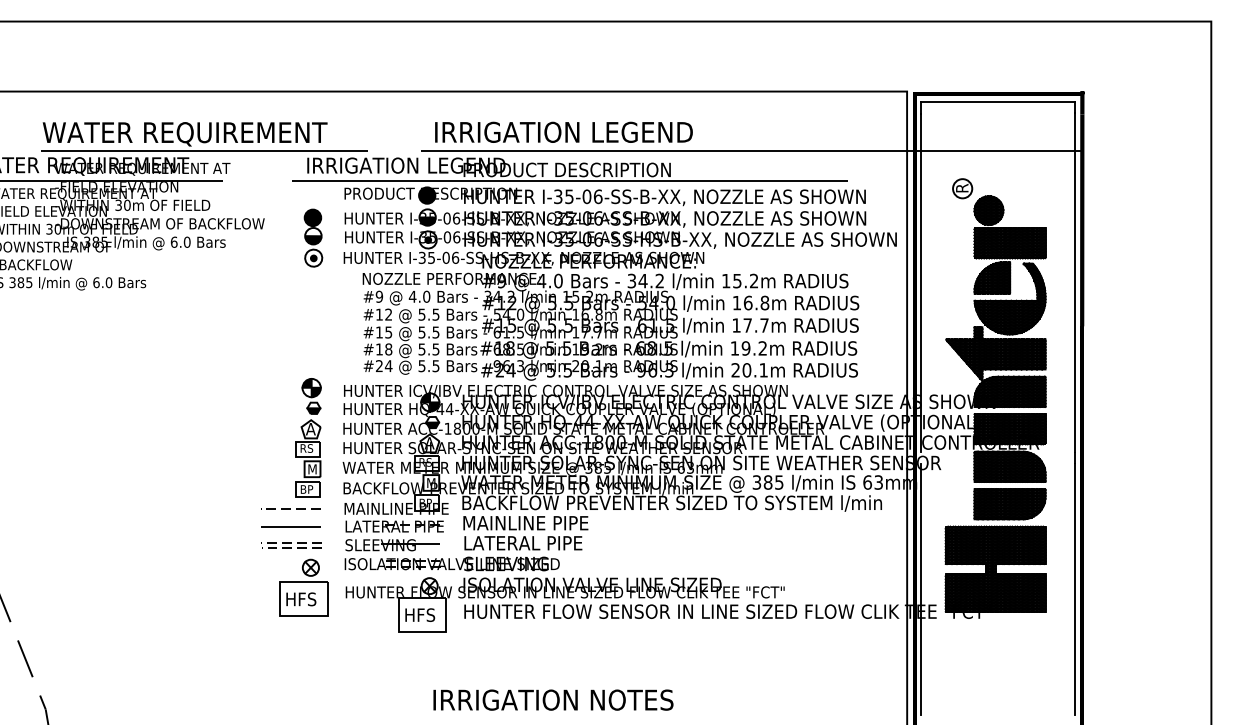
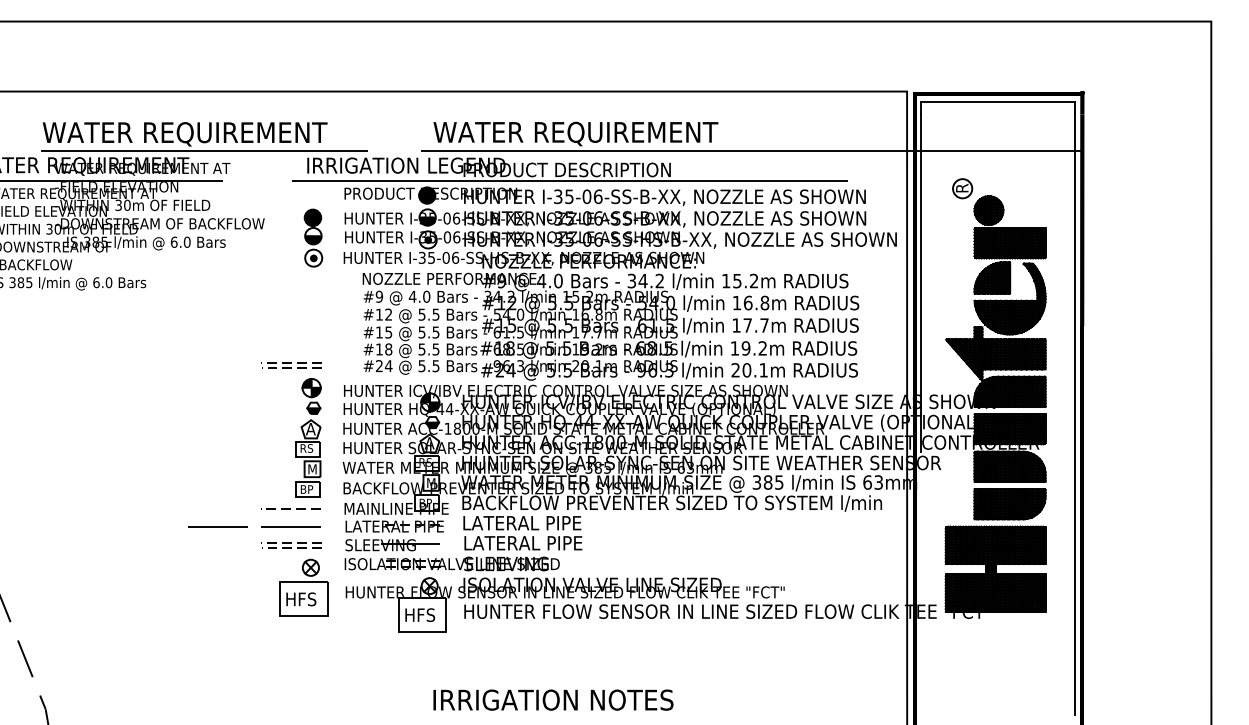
text at (575, 133): IRRIGATION LEGEND -> WATER REQUIREMENT
part at (291, 365): none -> present
text at (526, 523): MAINLINE PIPE -> LATERAL PIPE
line at (217, 526): none -> present
line at (921, 589): present -> none
